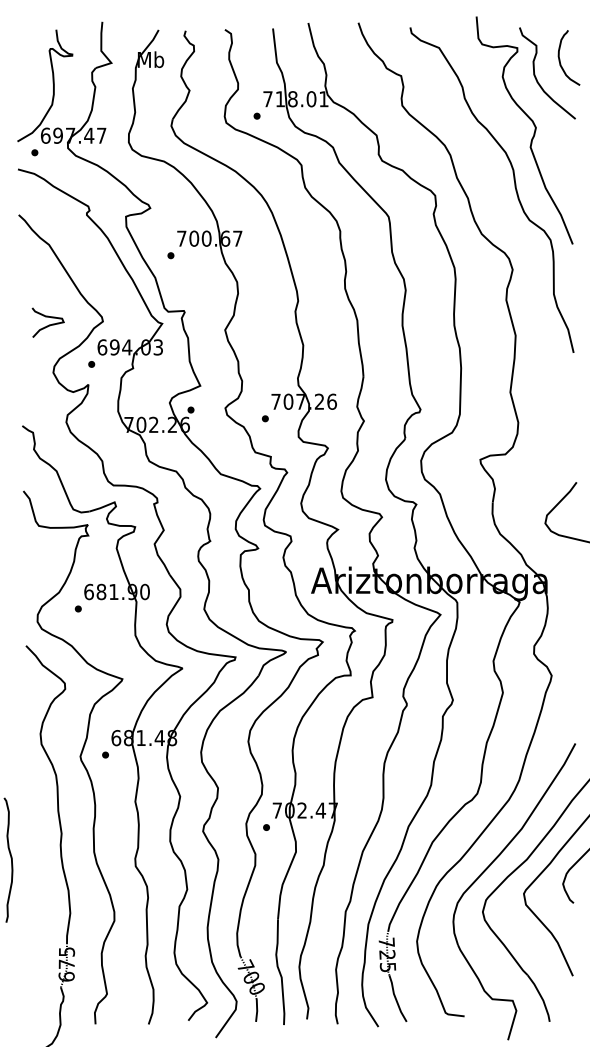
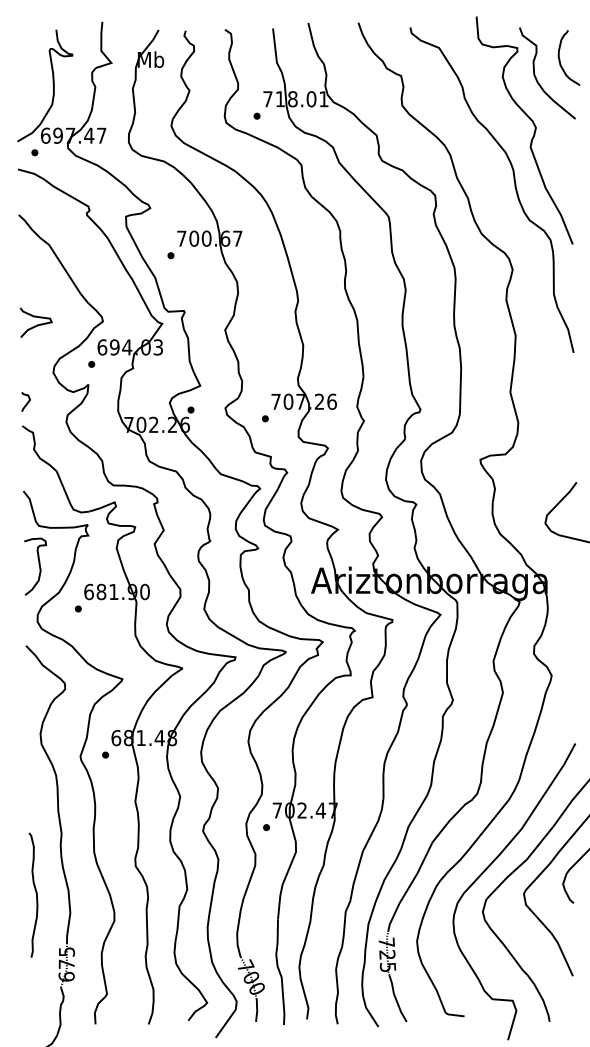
curve at (49, 324) position: (49, 324) -> (37, 324)
curve at (26, 402): none -> present
curve at (38, 564): none -> present
curve at (10, 858) position: (10, 858) -> (35, 893)
